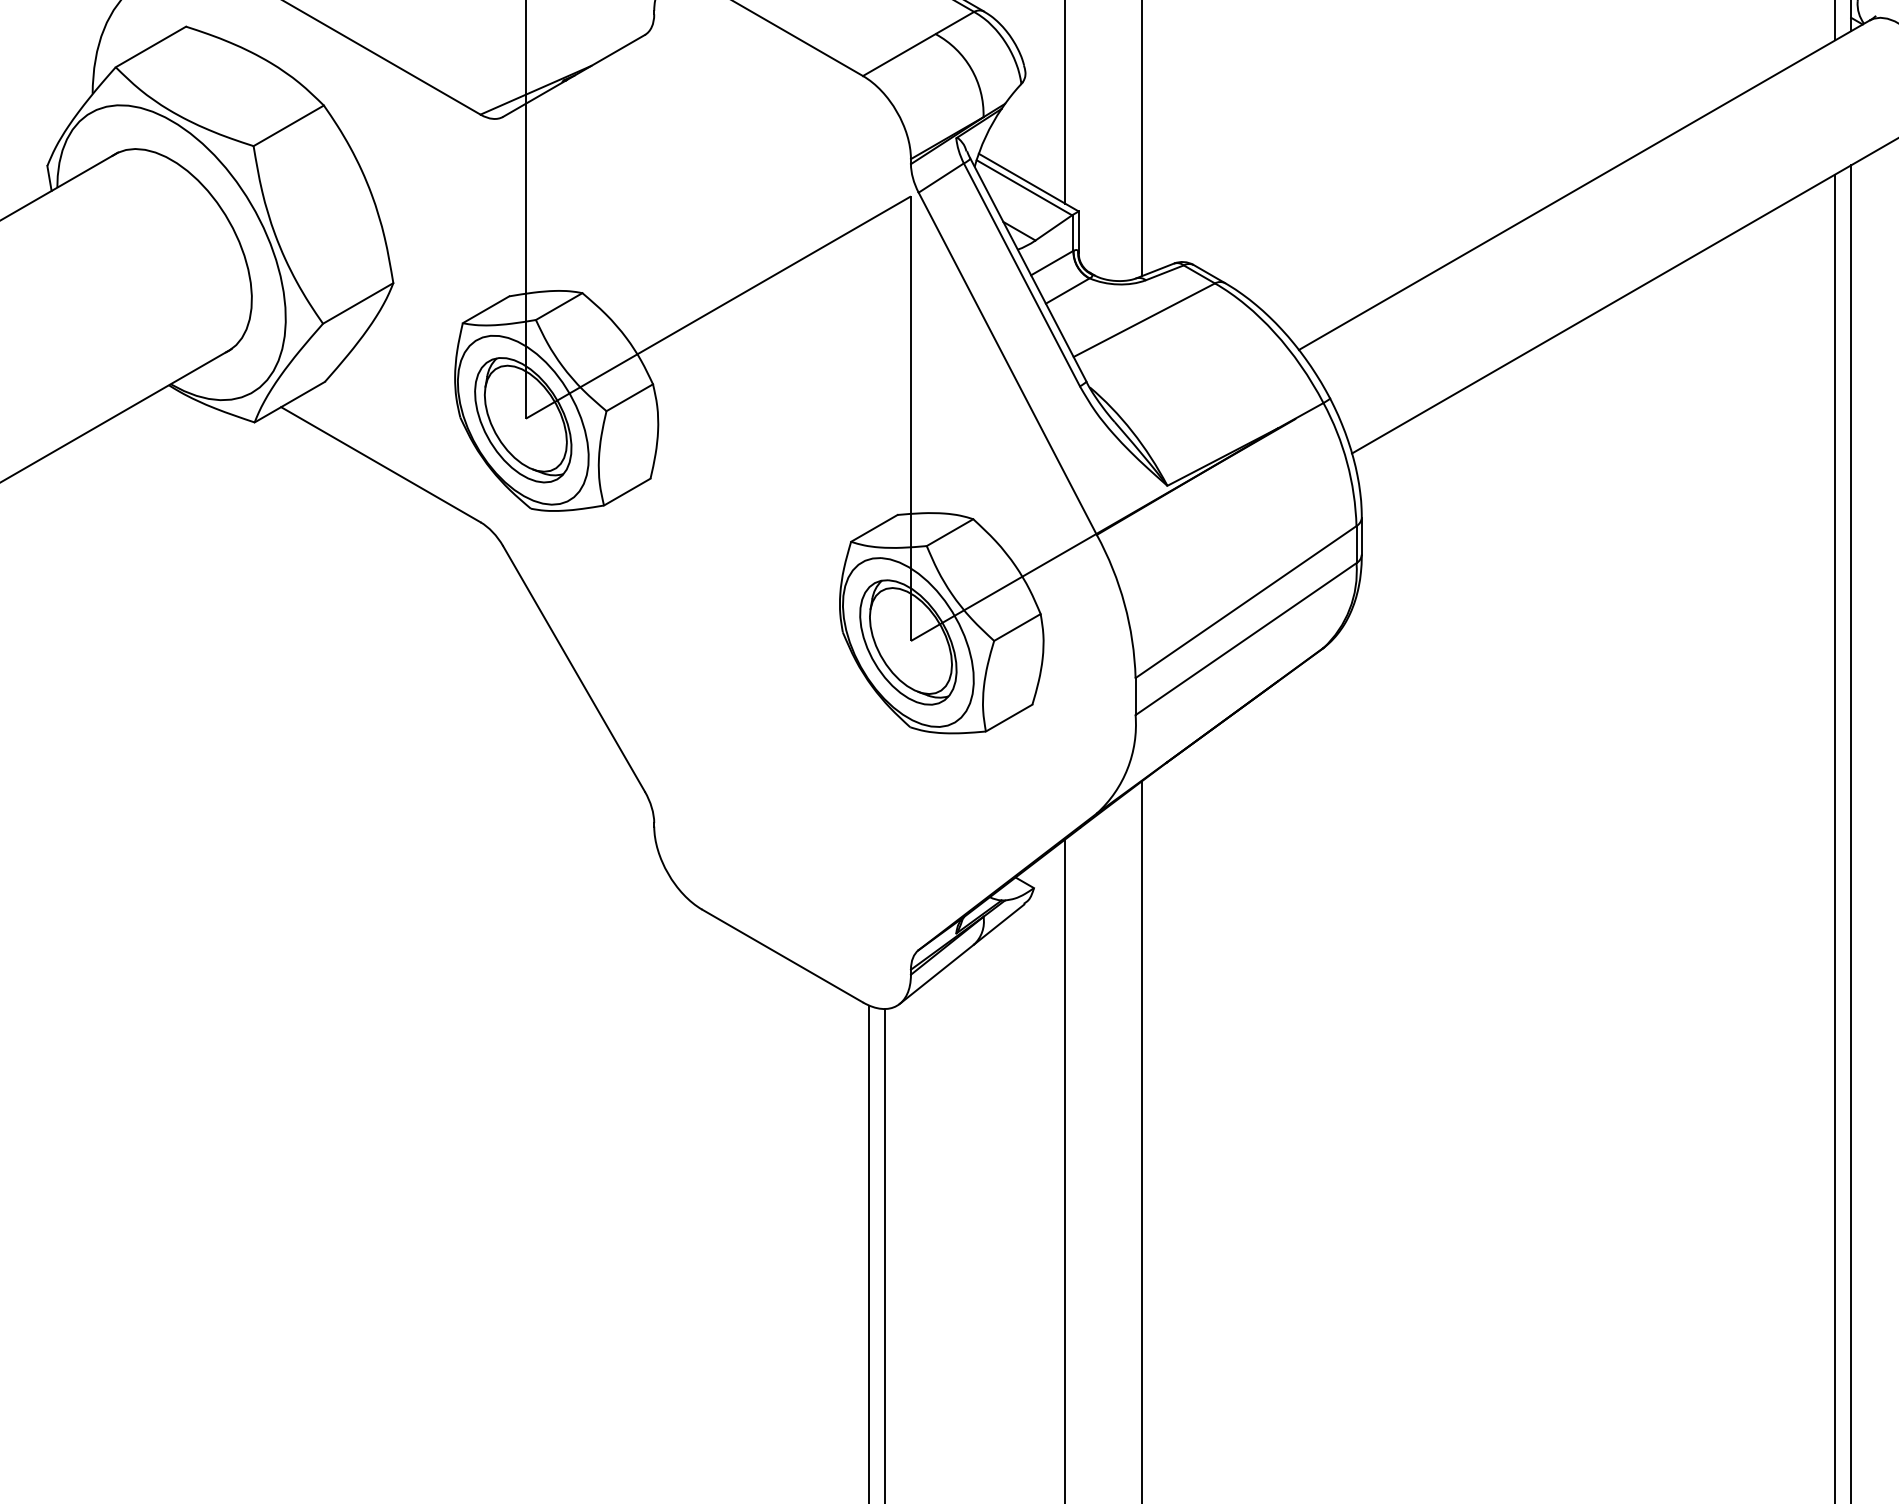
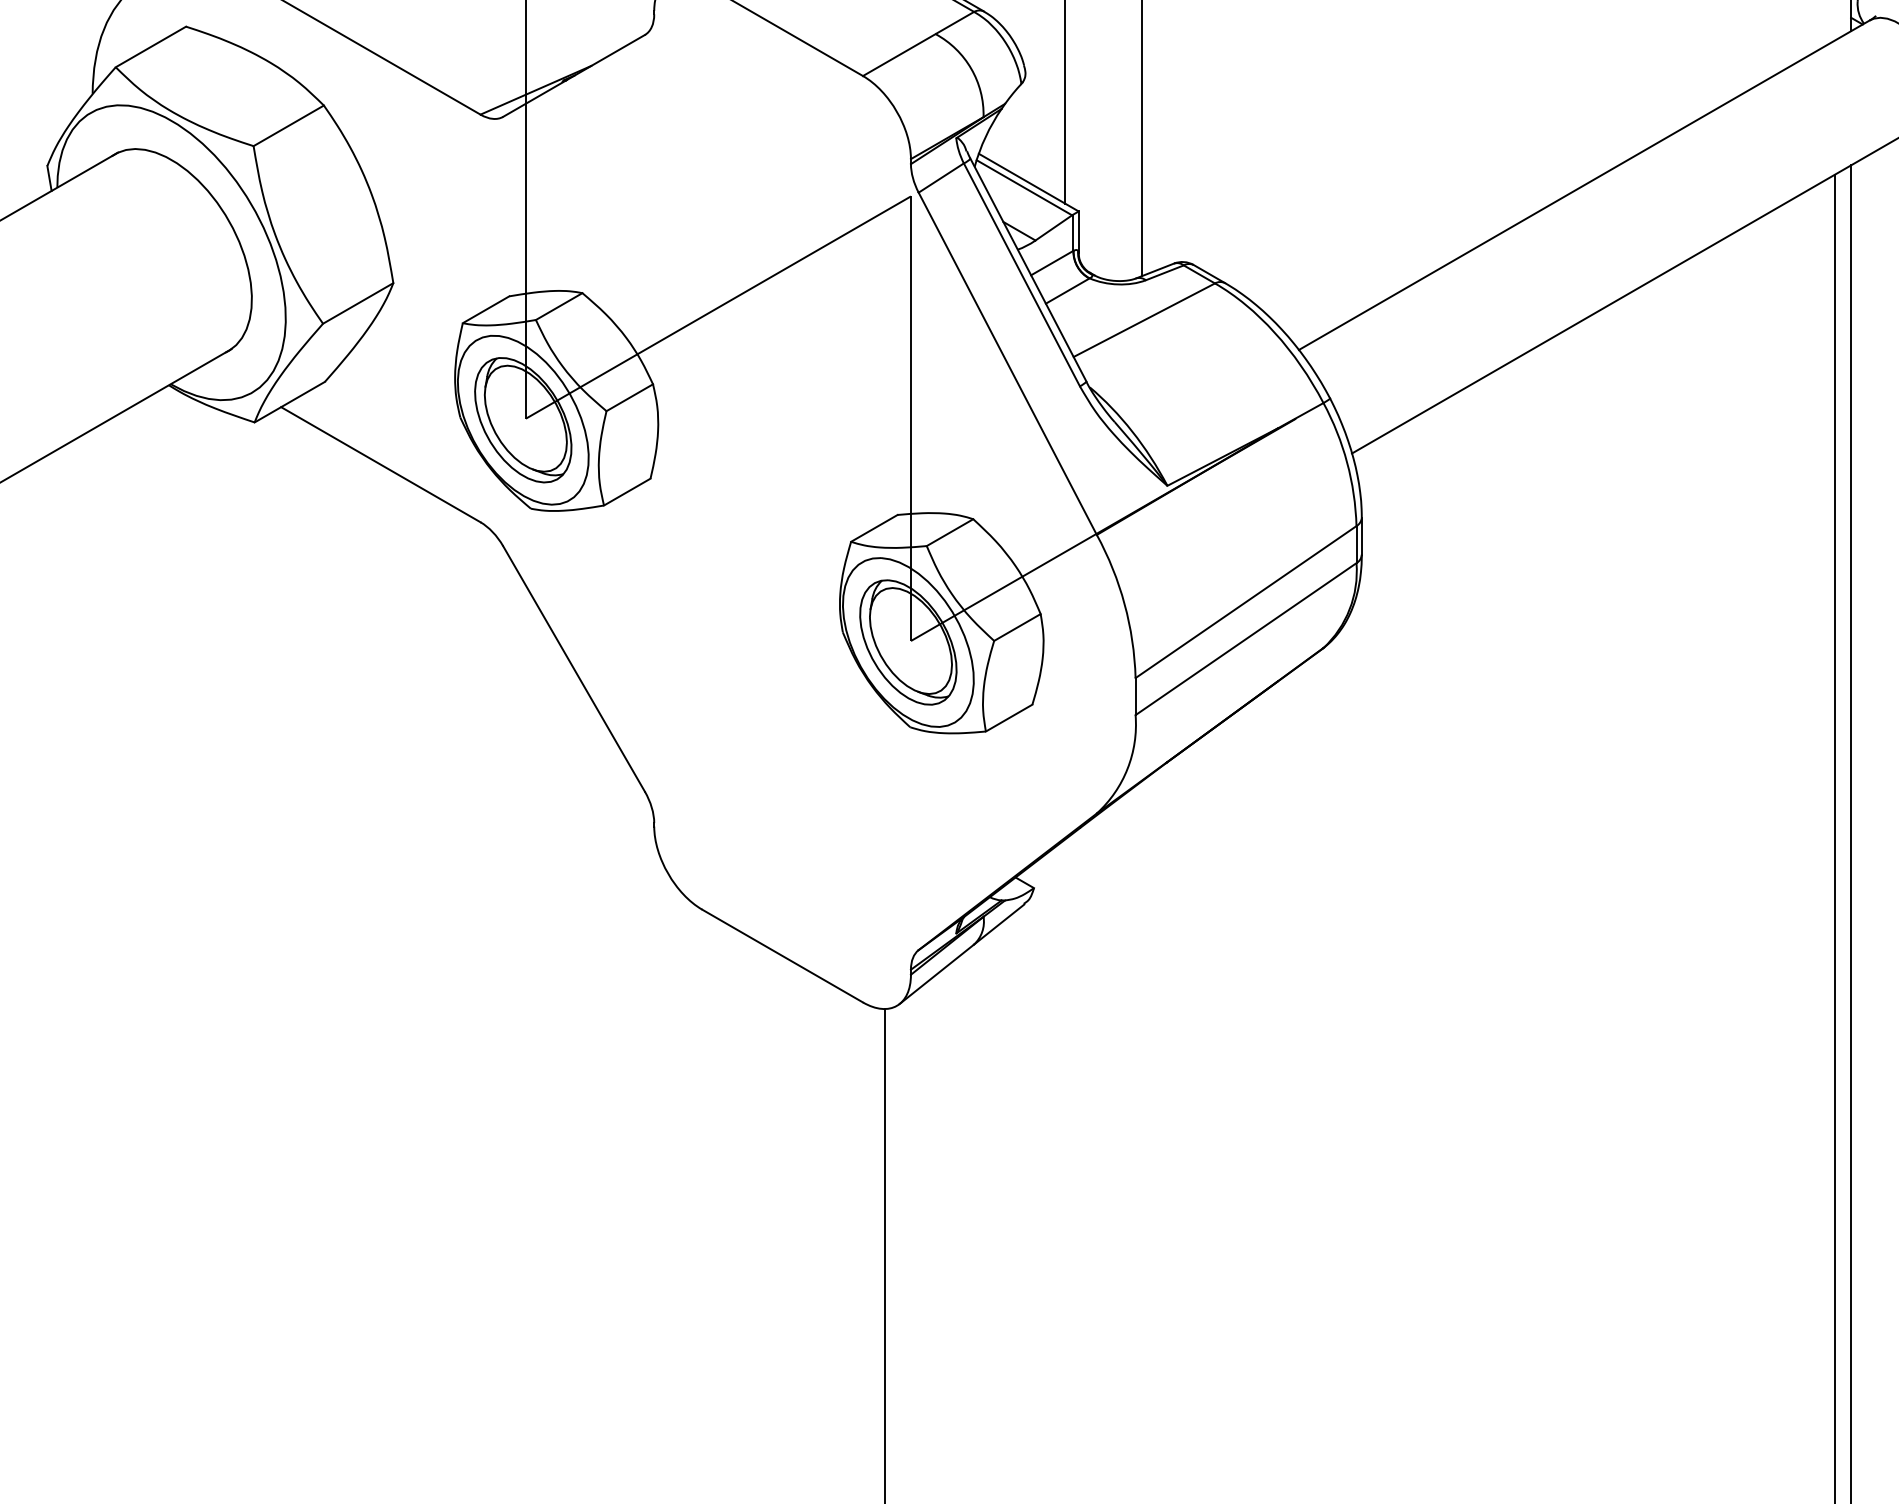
line at (1835, 21): present -> none
line at (1142, 1140): present -> none
line at (1065, 1169): present -> none
line at (869, 1252): present -> none
